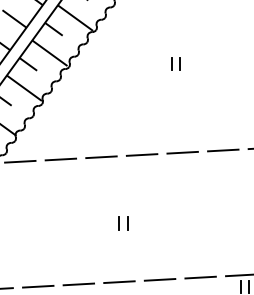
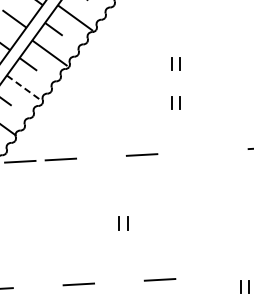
line at (24, 88): solid -> dashed
part at (175, 102): none -> present
line at (223, 150): present -> none
line at (182, 152): present -> none
line at (101, 157): present -> none
line at (238, 275): present -> none
line at (200, 277): present -> none
line at (119, 282): present -> none
line at (38, 286): present -> none
